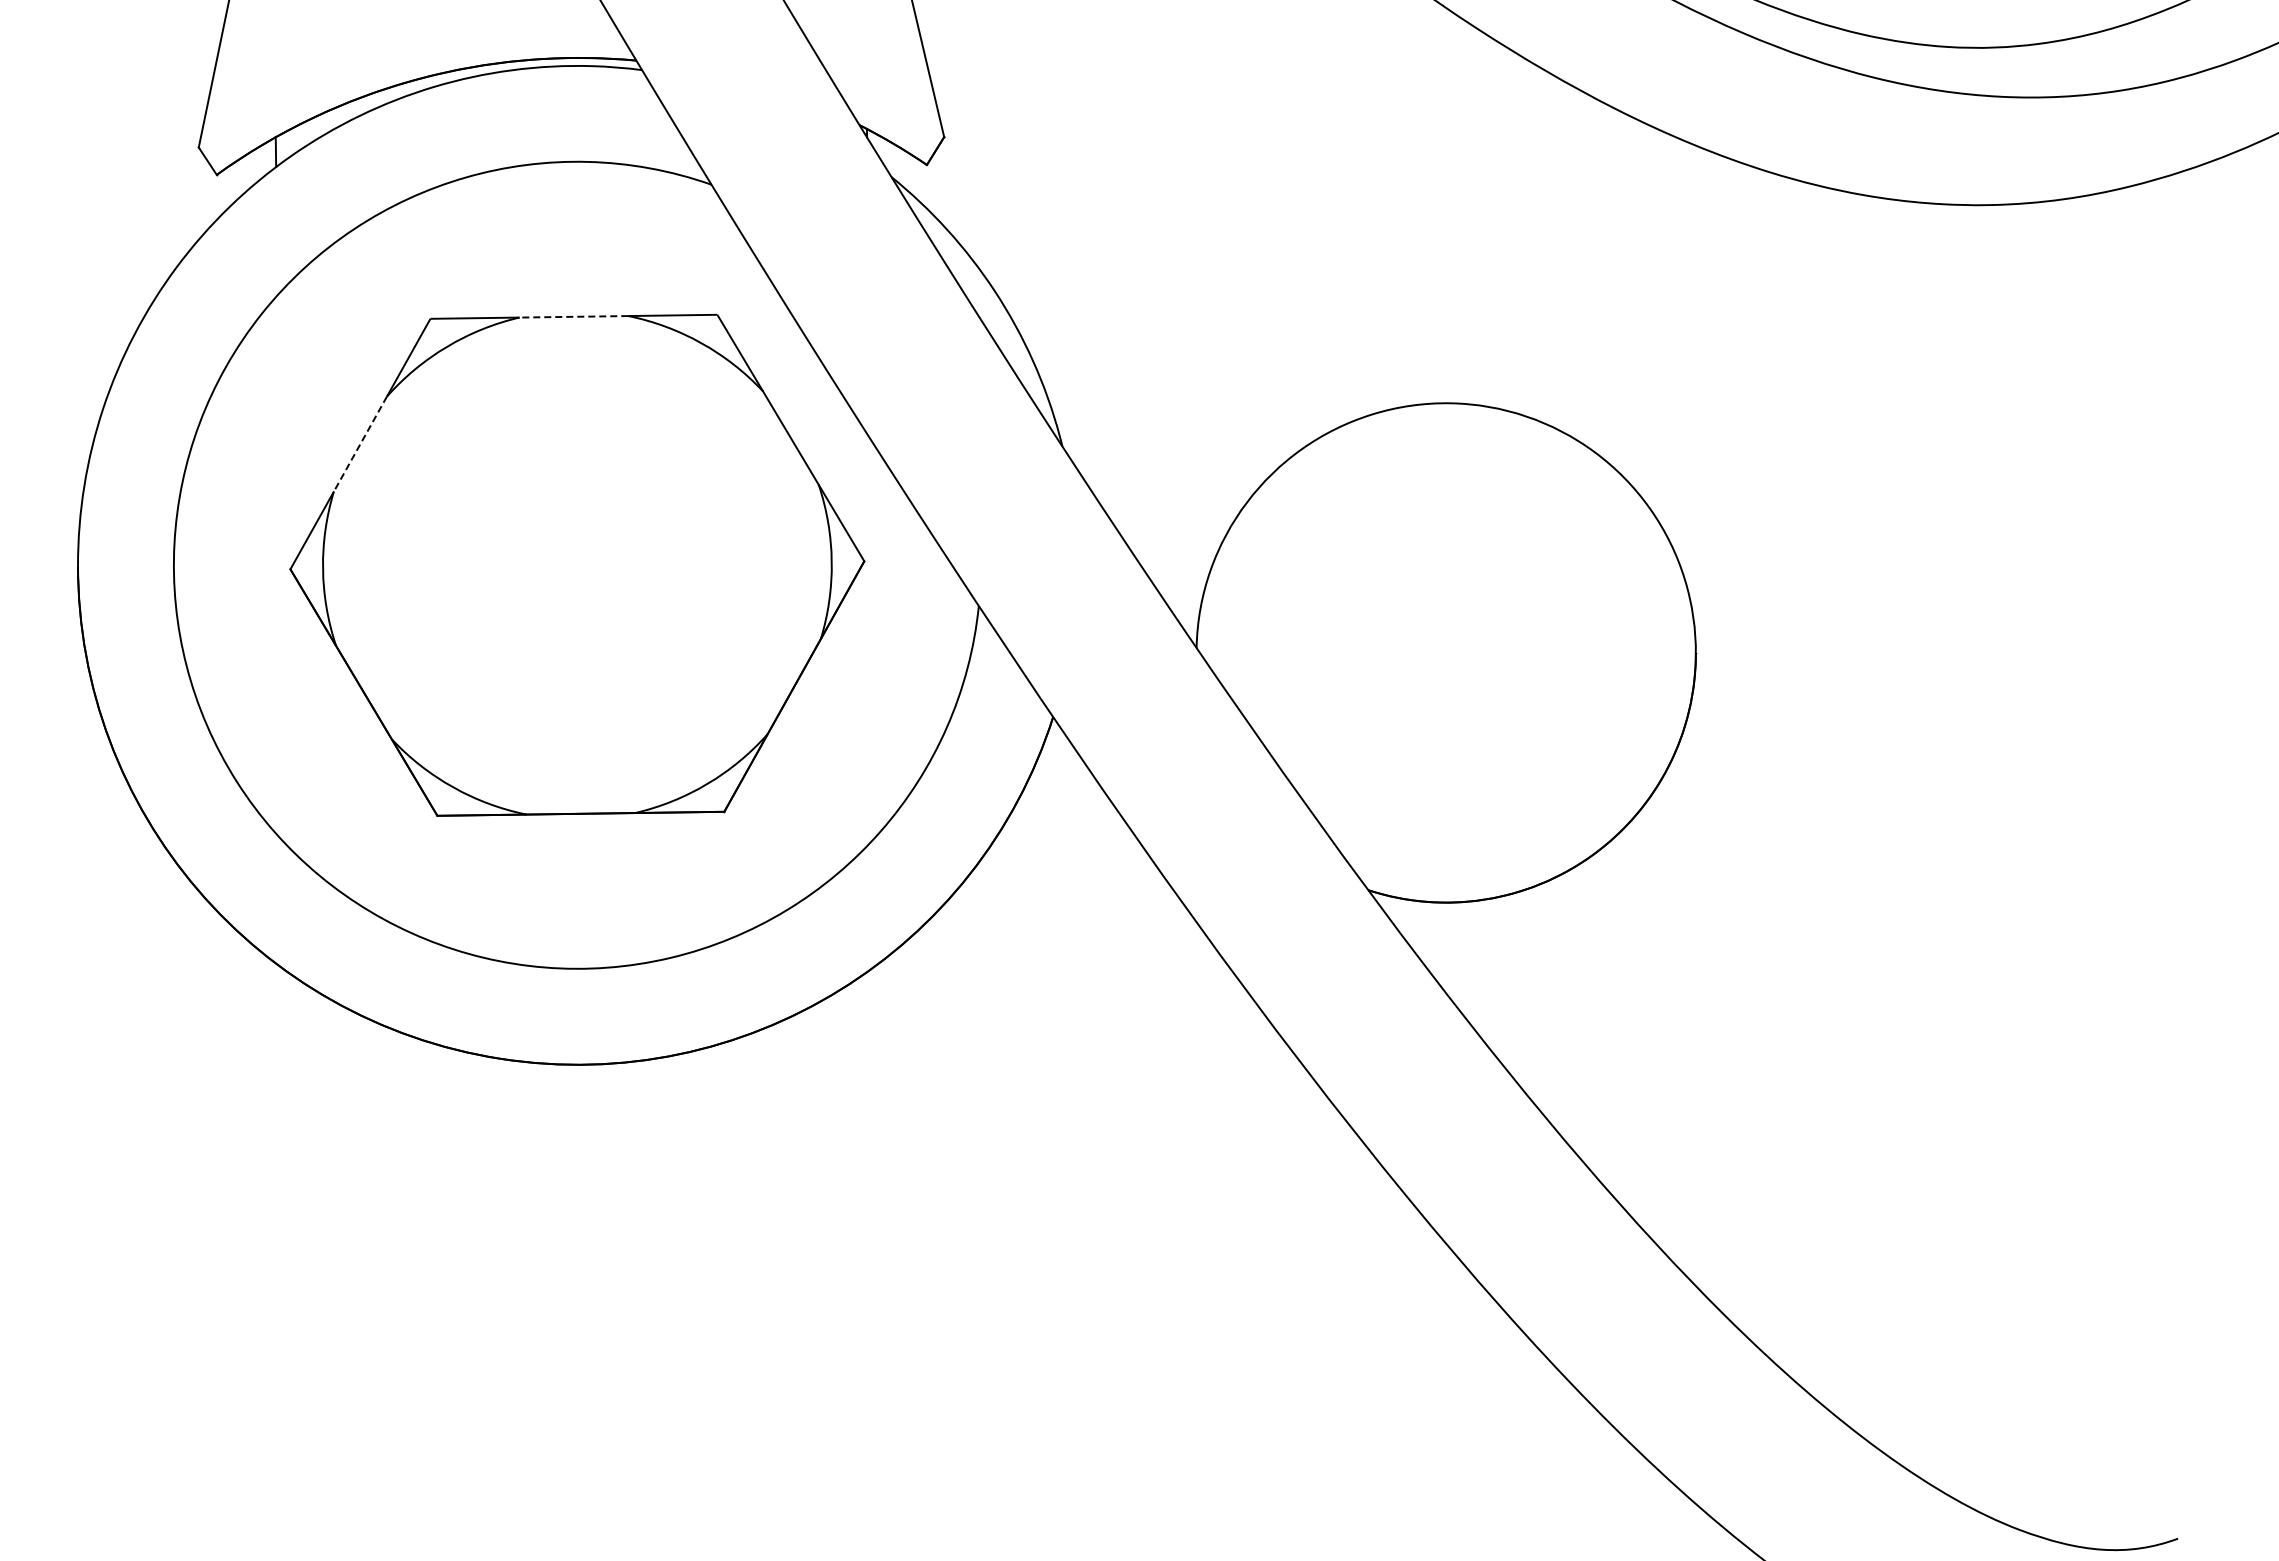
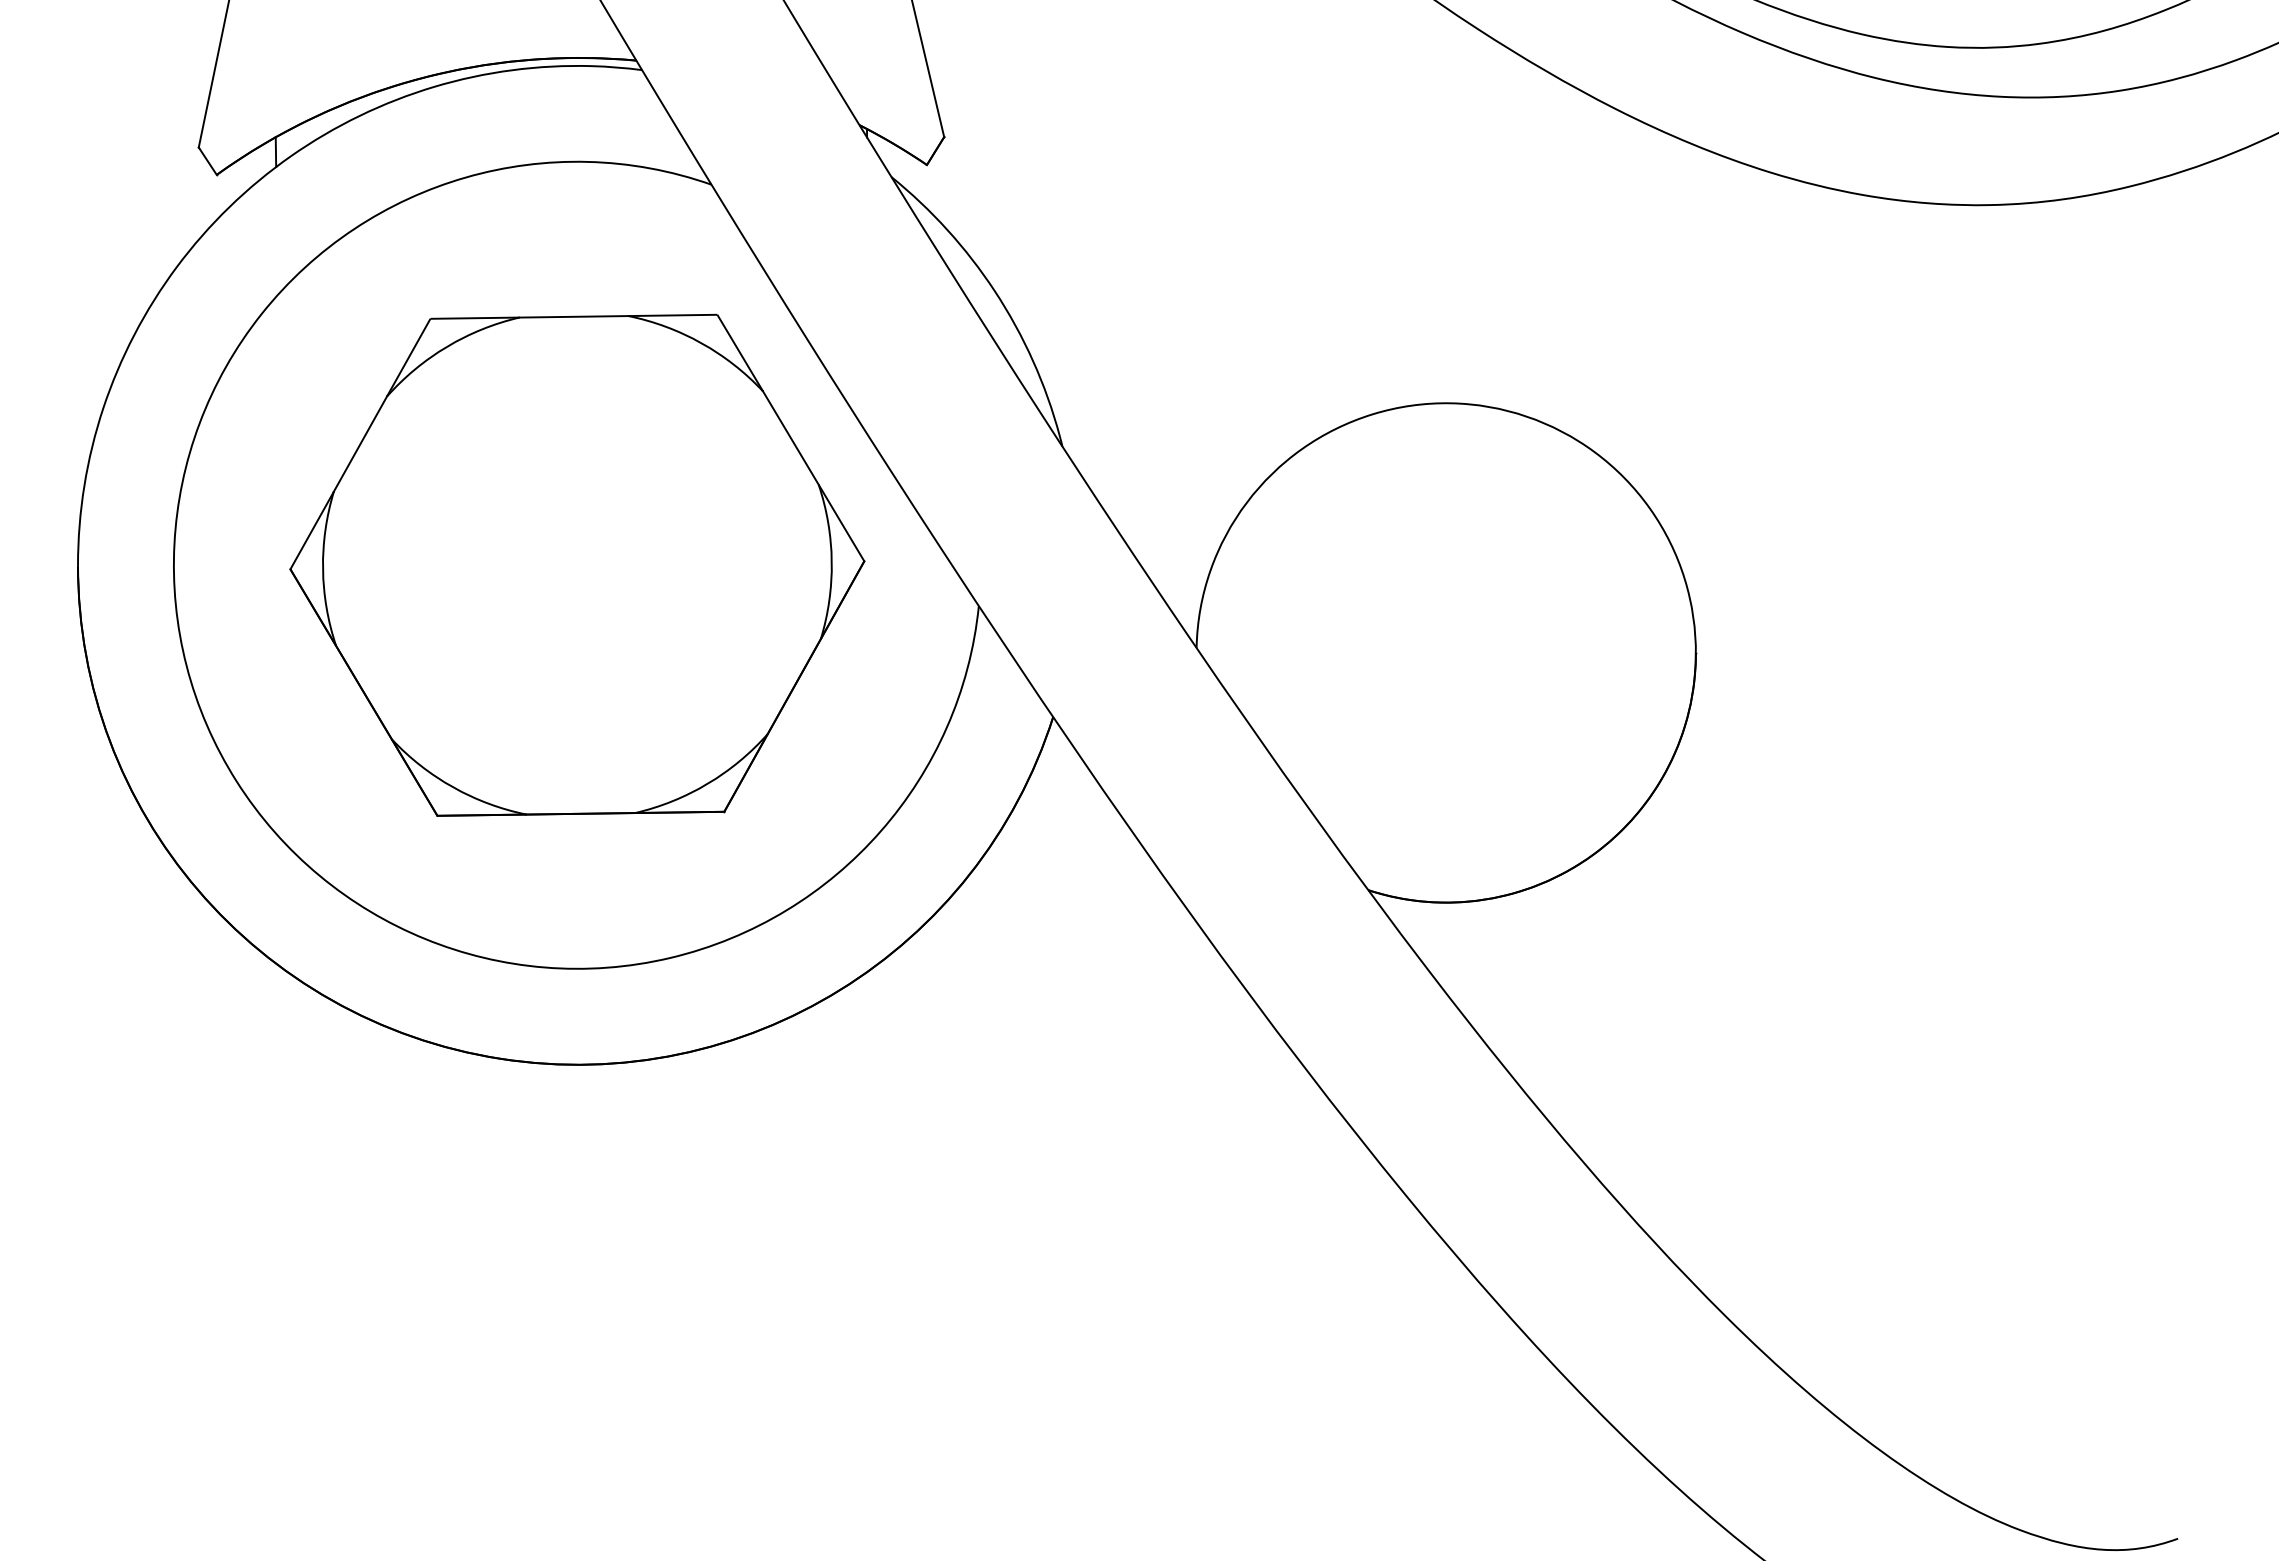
line at (573, 316): dashed -> solid
line at (360, 444): dashed -> solid
